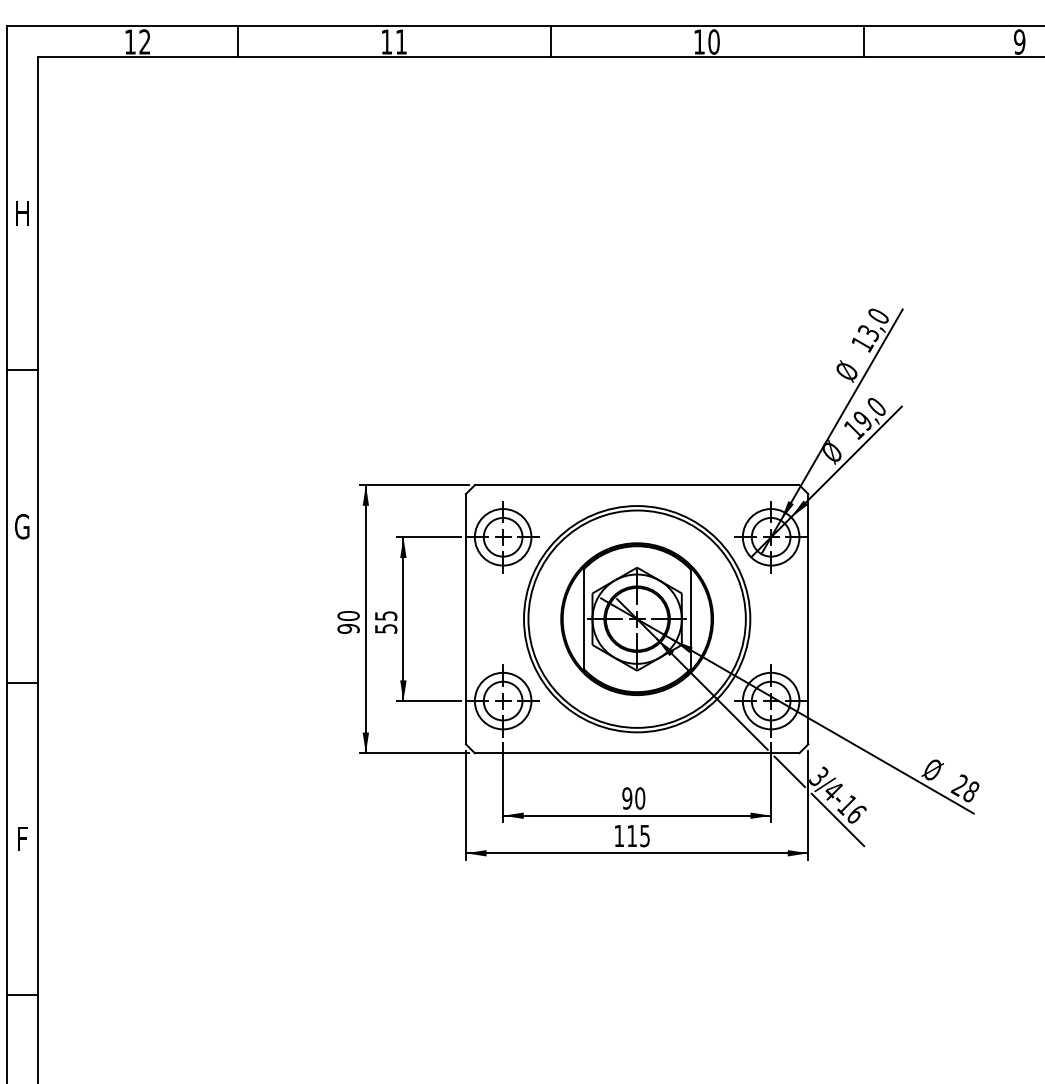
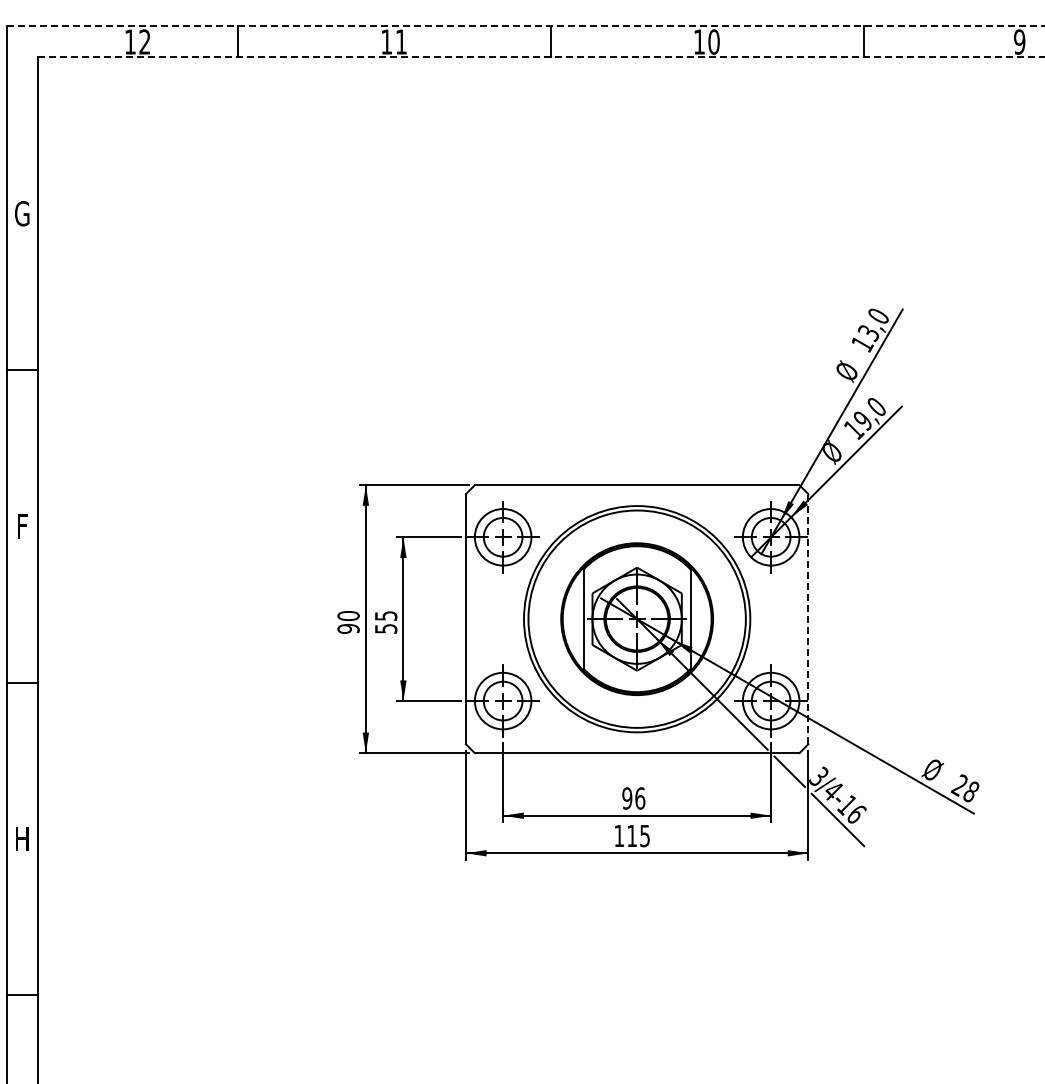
line at (525, 26): solid -> dashed
line at (541, 57): solid -> dashed
text at (22, 213): H -> G
text at (21, 526): G -> F
line at (808, 618): solid -> dashed
text at (640, 798): 90 -> 96
text at (22, 838): F -> H
